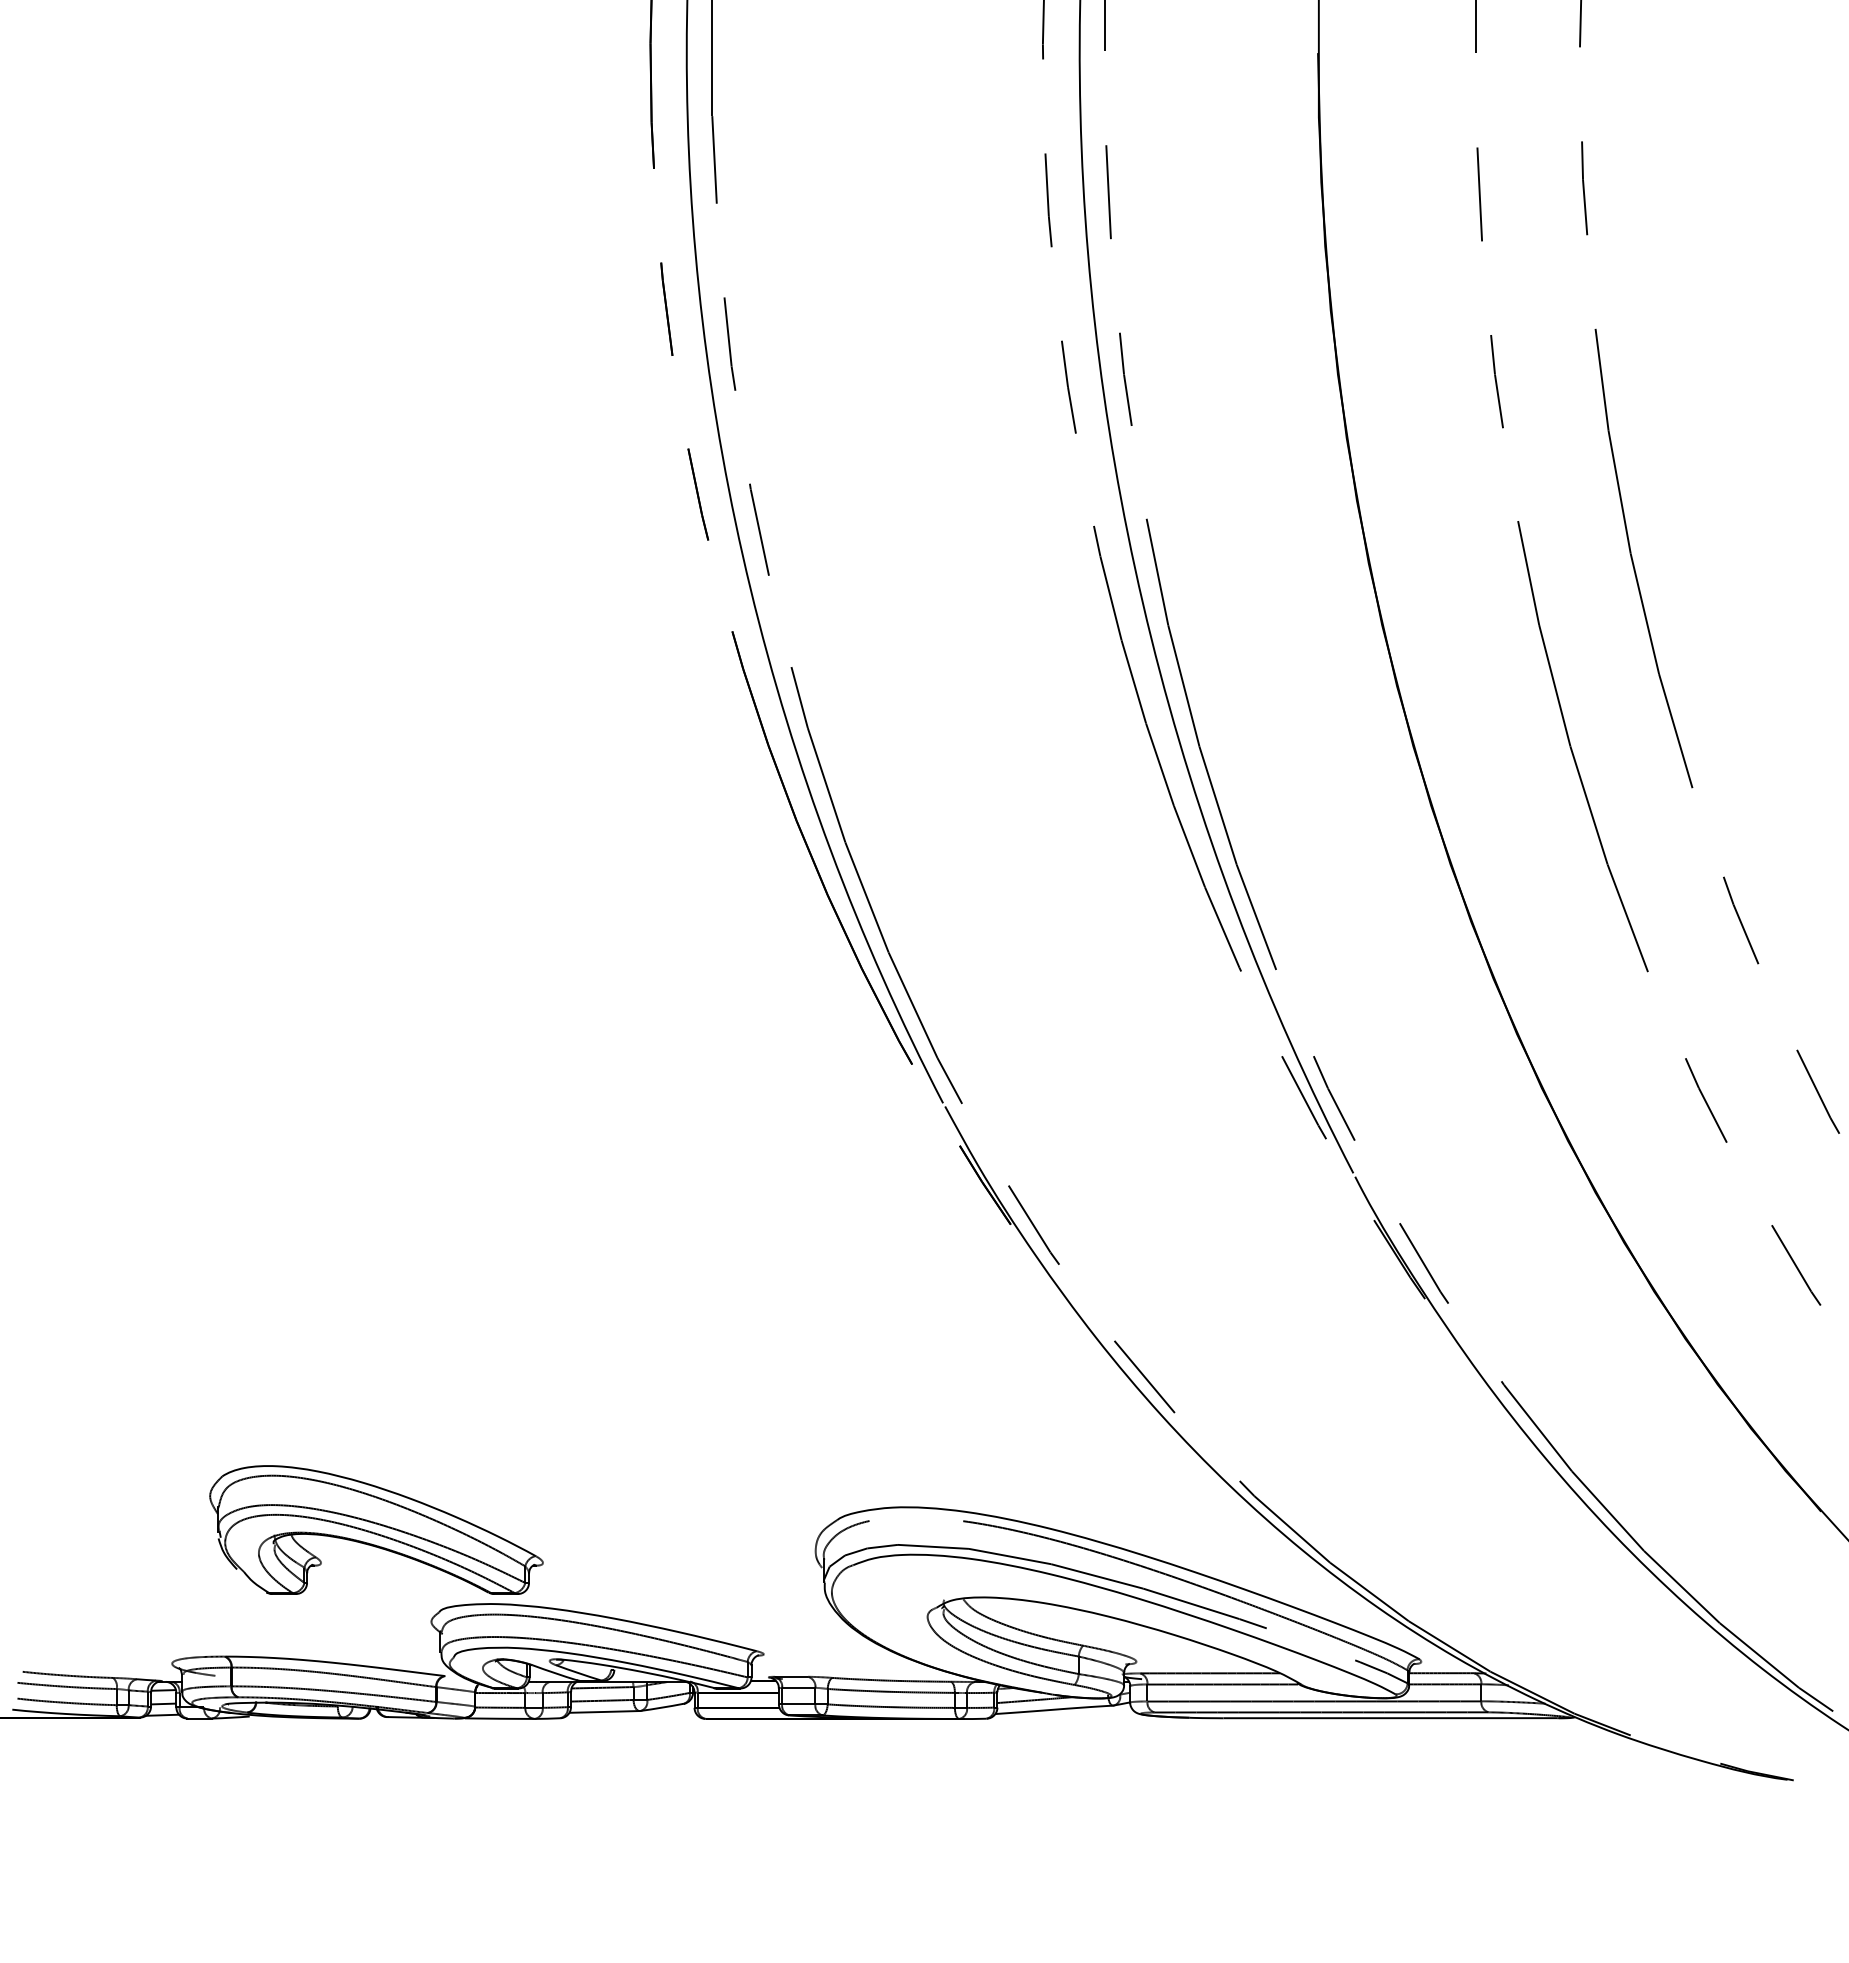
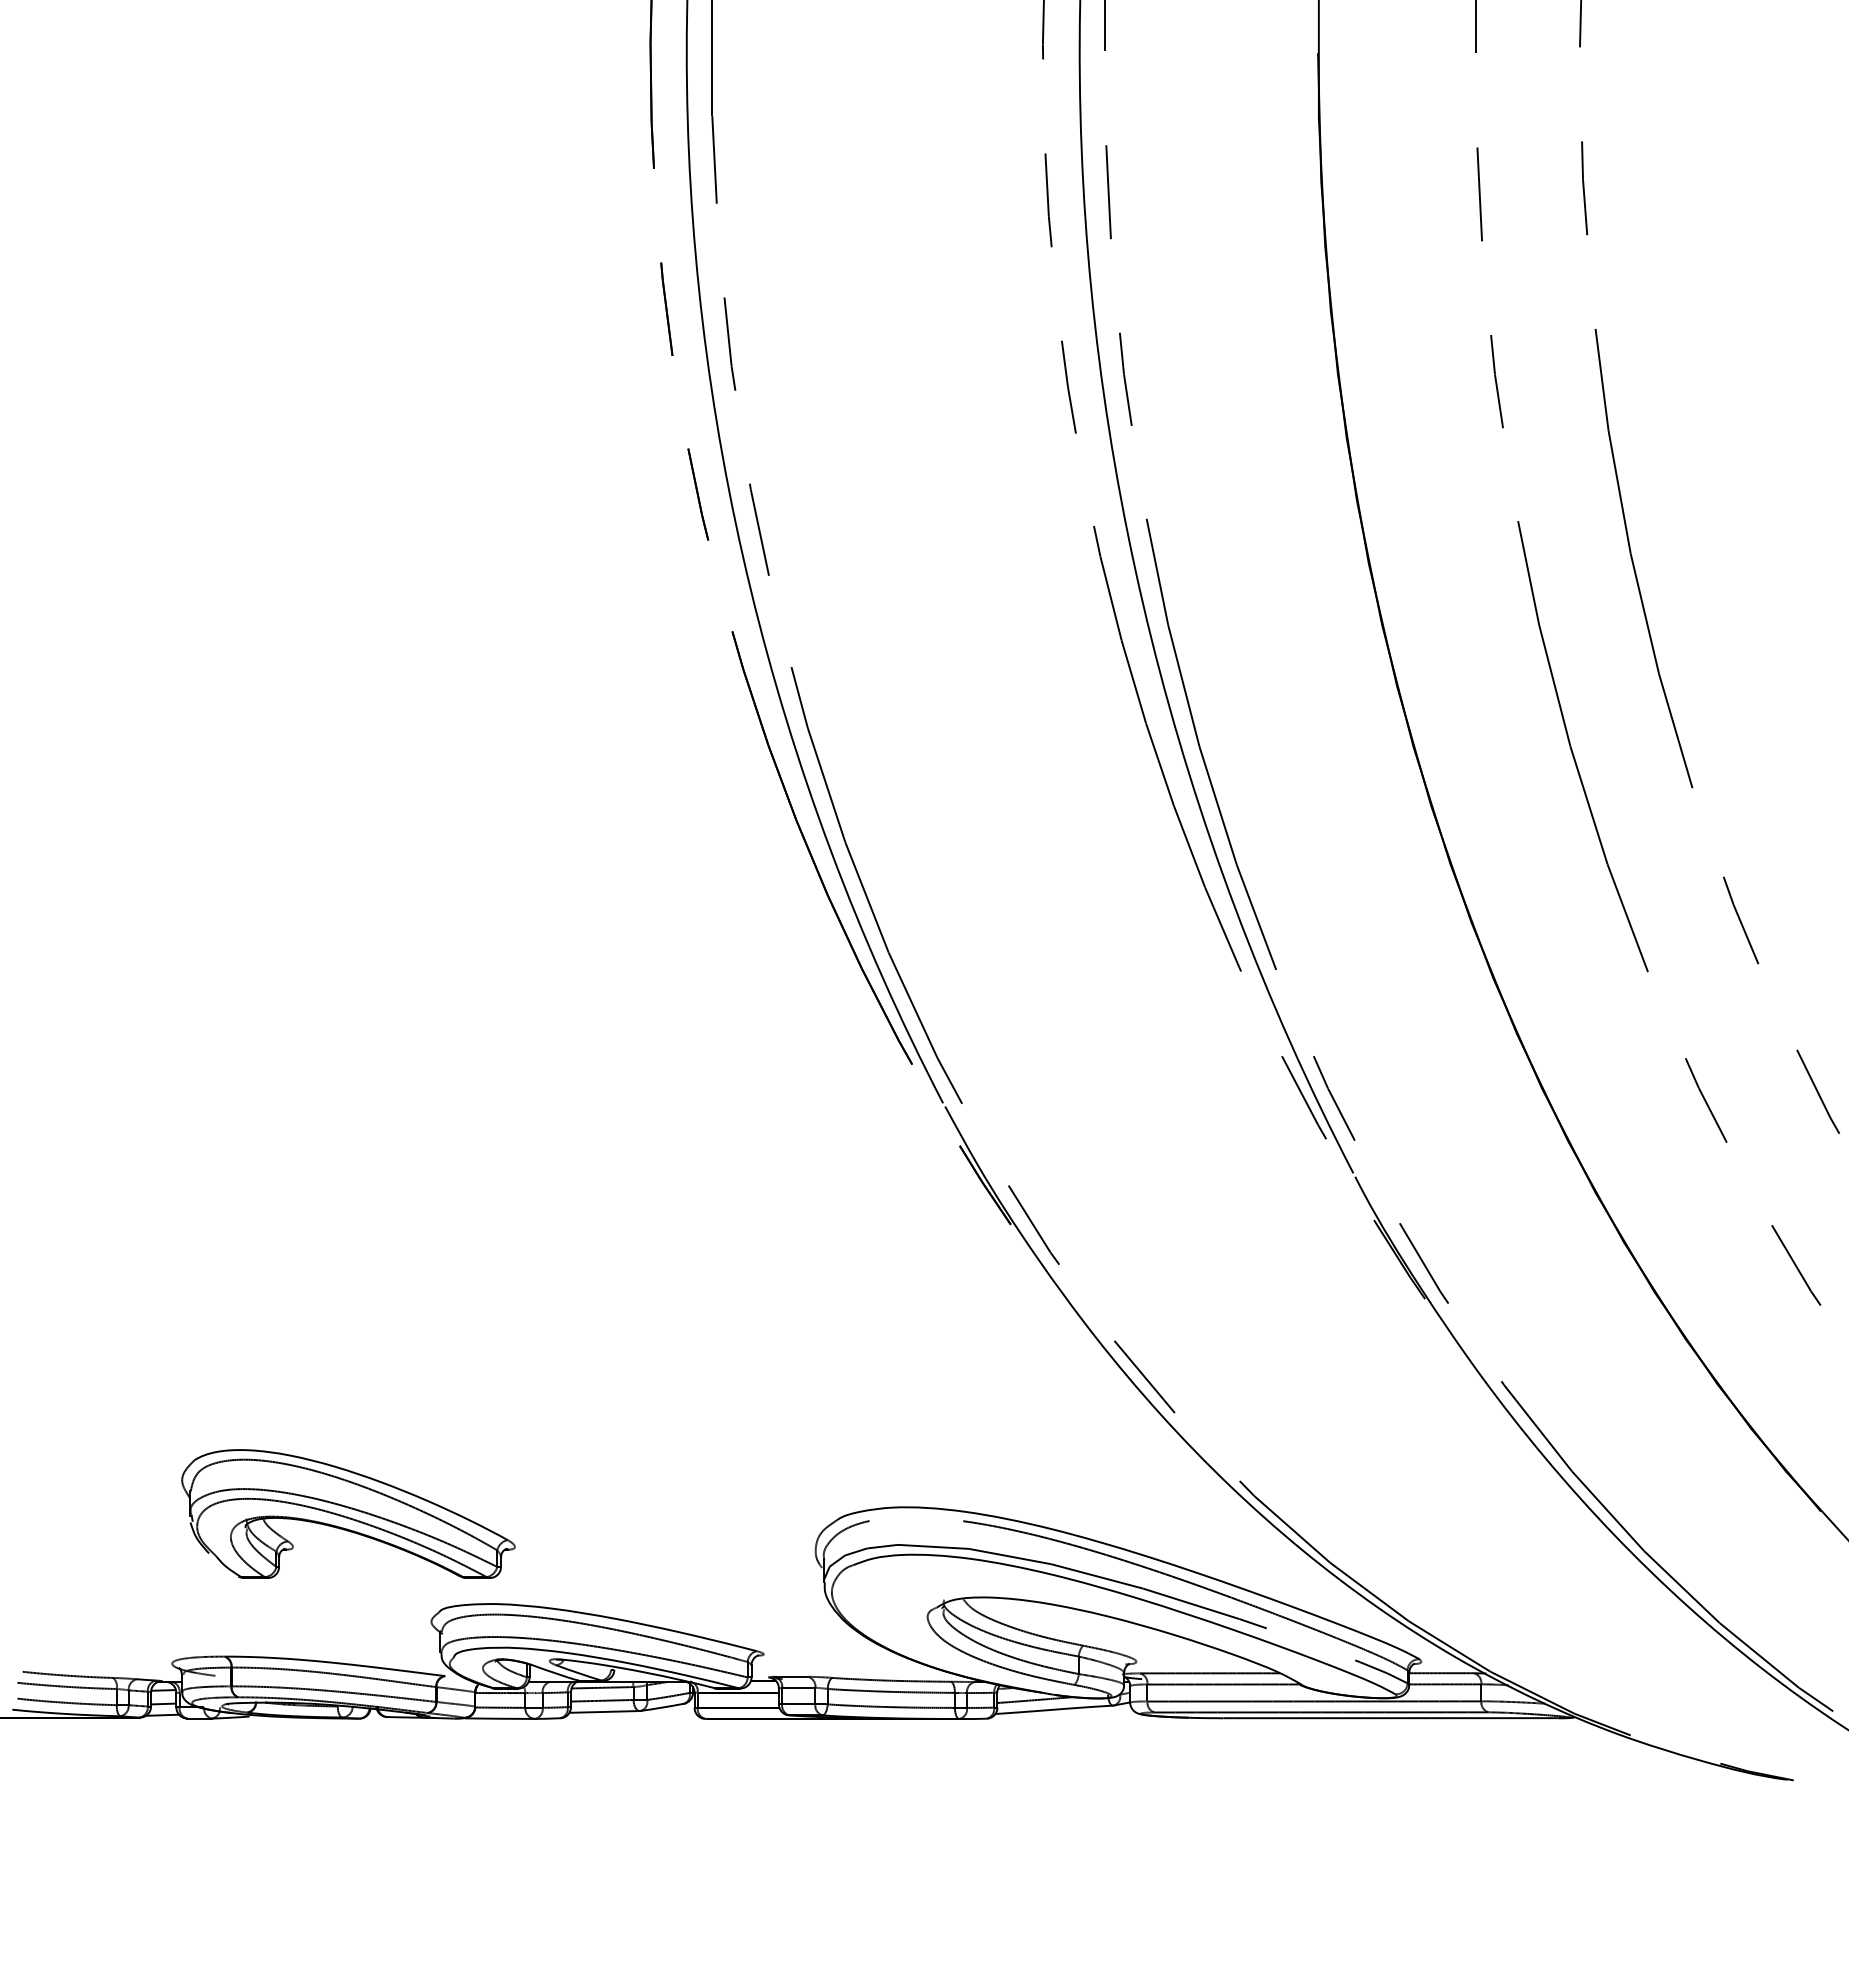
part at (376, 1529) position: (376, 1529) -> (348, 1513)
